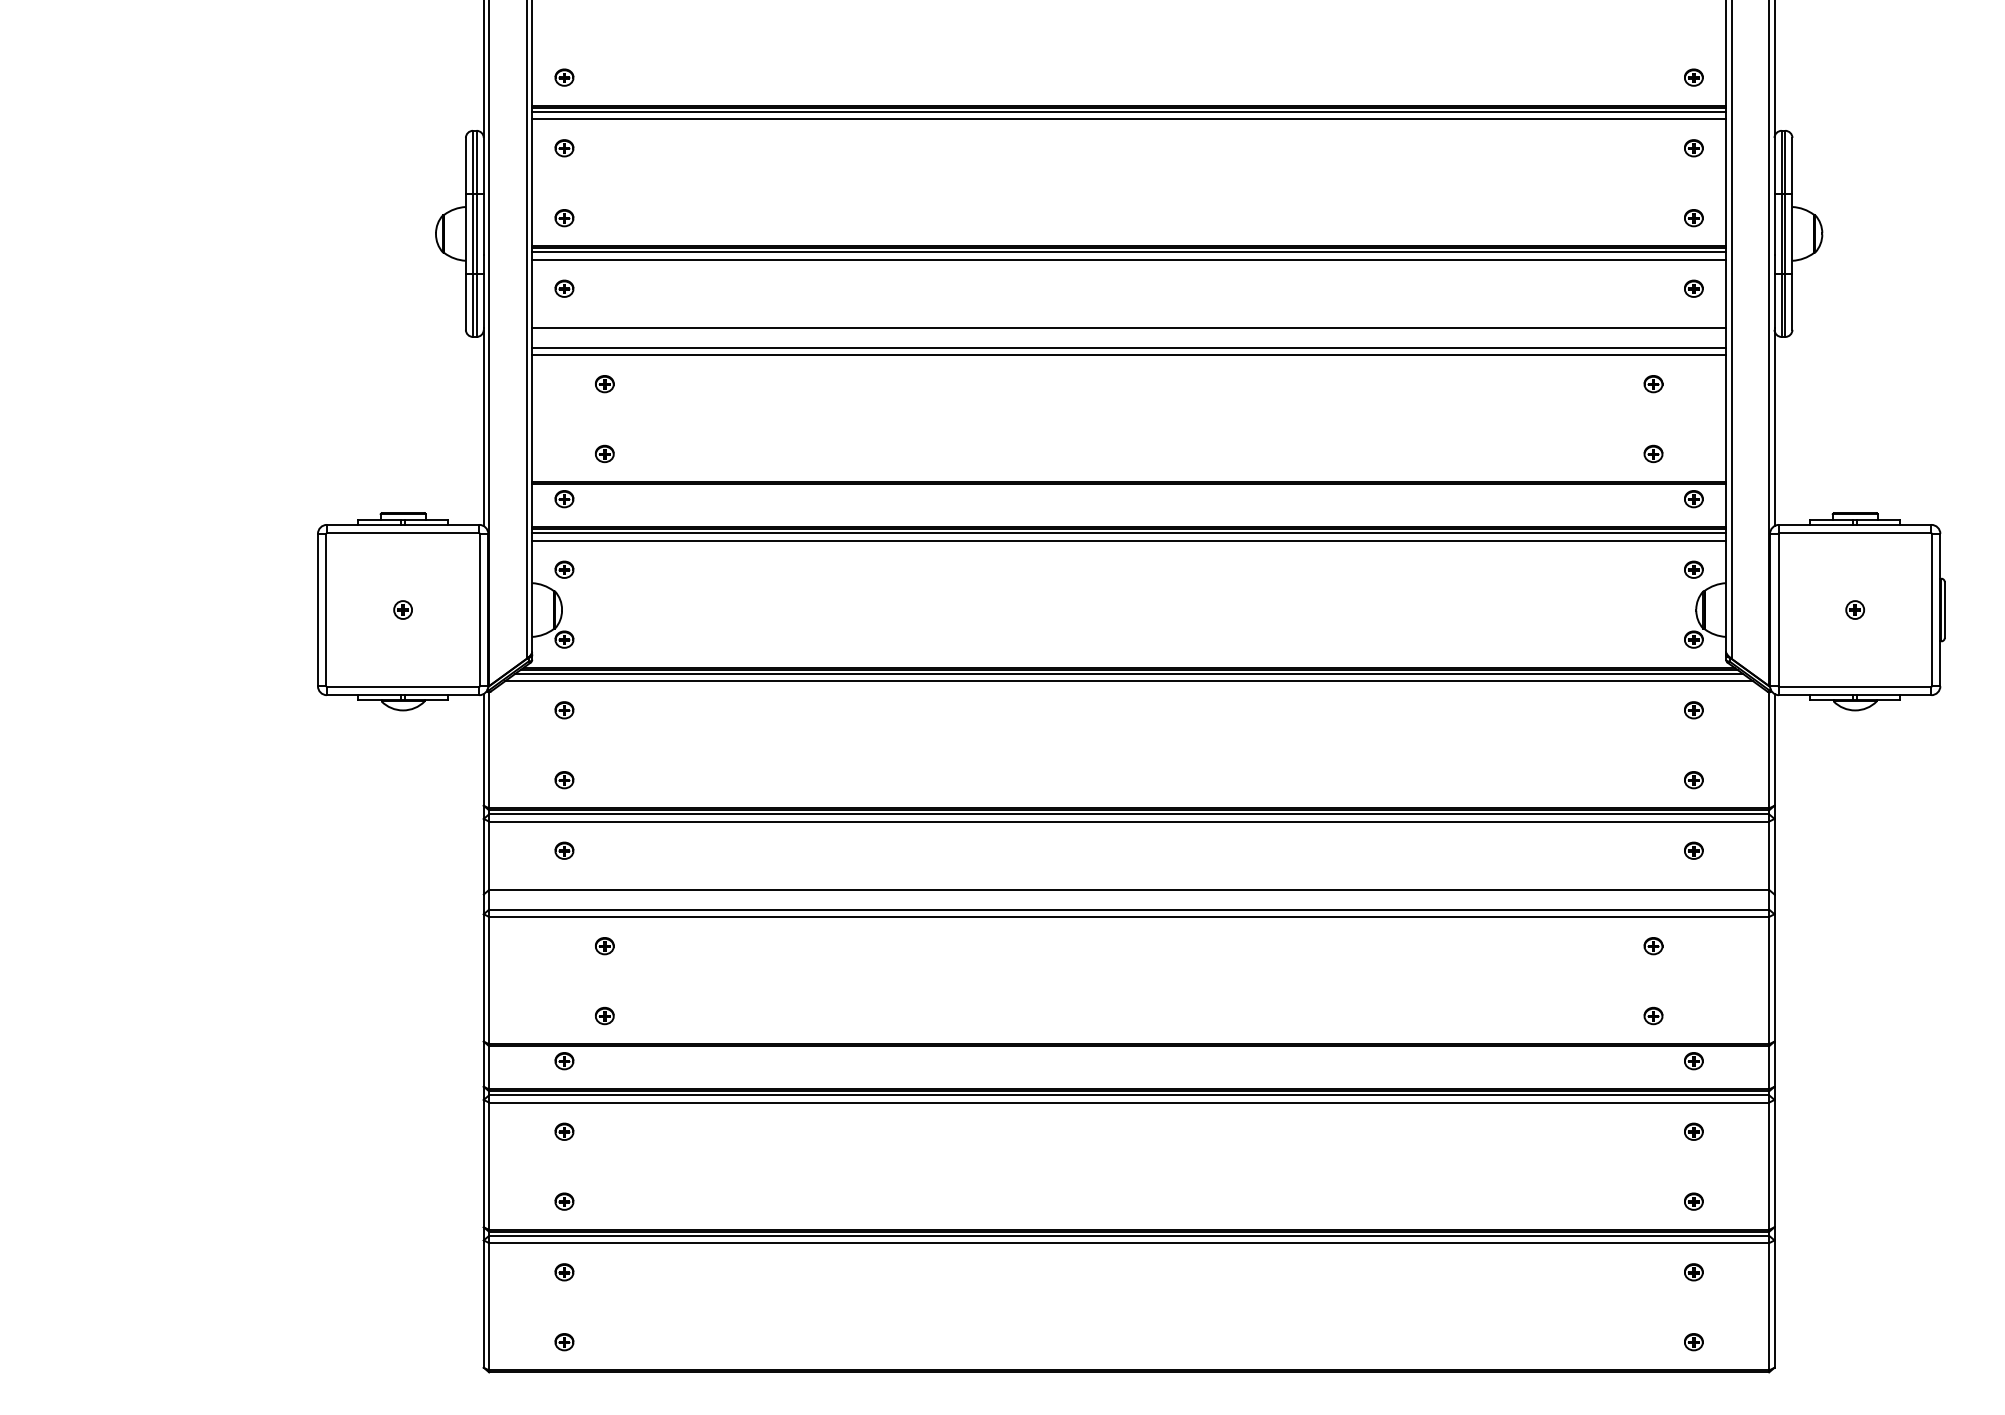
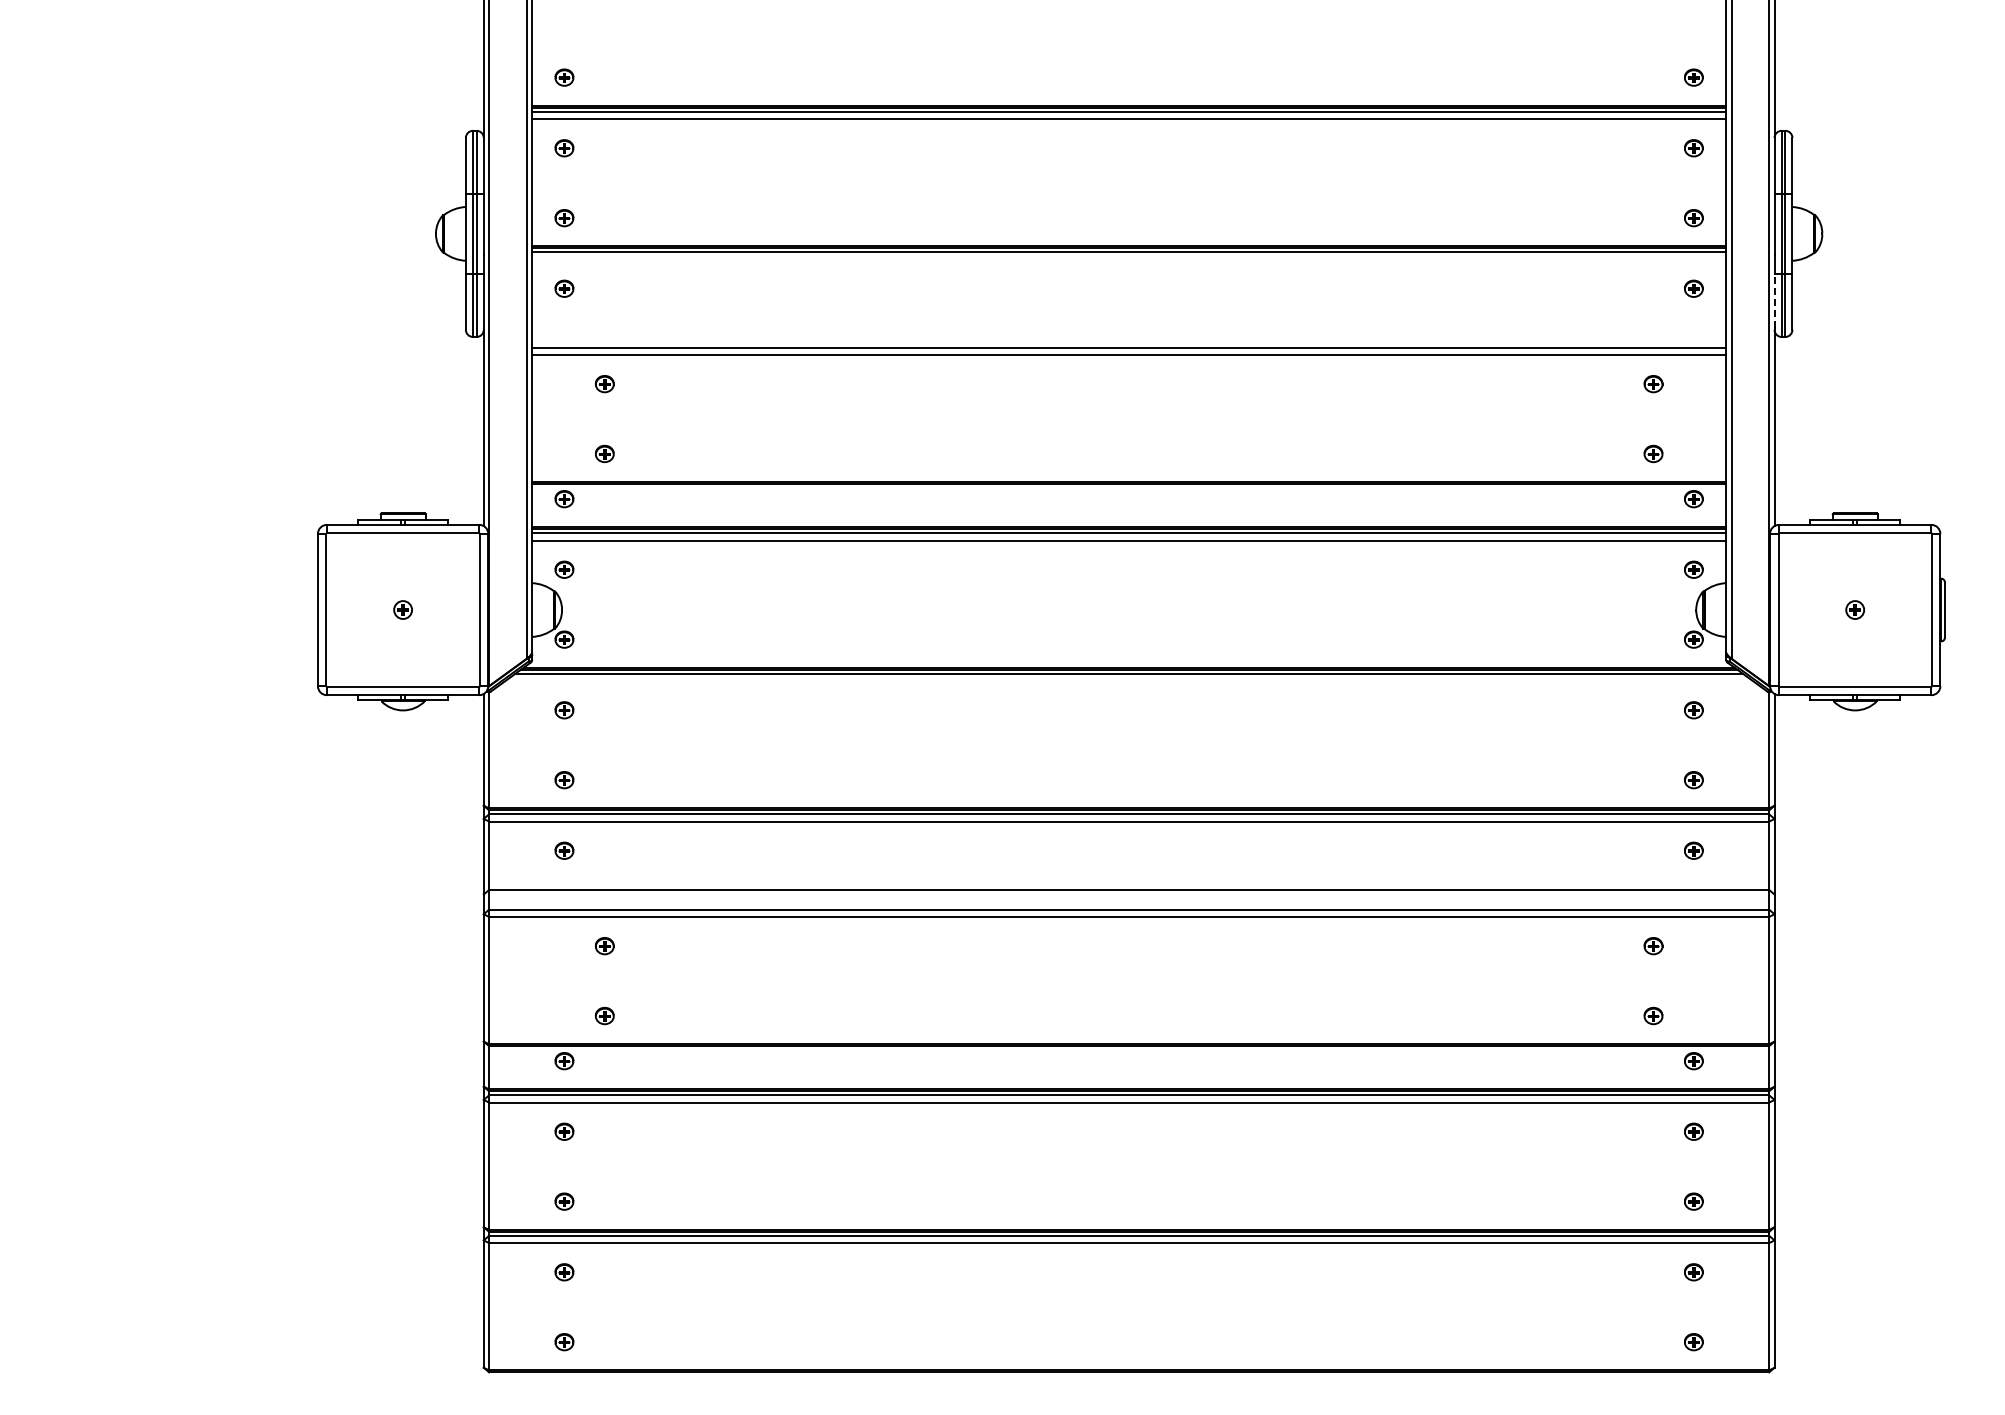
line at (1129, 259): present -> none
line at (1774, 301): solid -> dashed
line at (1129, 327): present -> none
line at (1128, 681): present -> none
